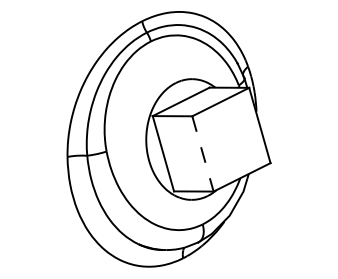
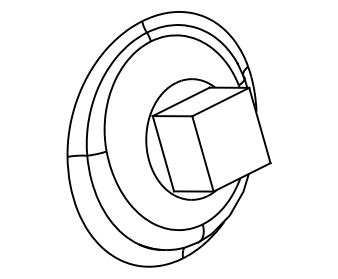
line at (203, 154): dashed -> solid
